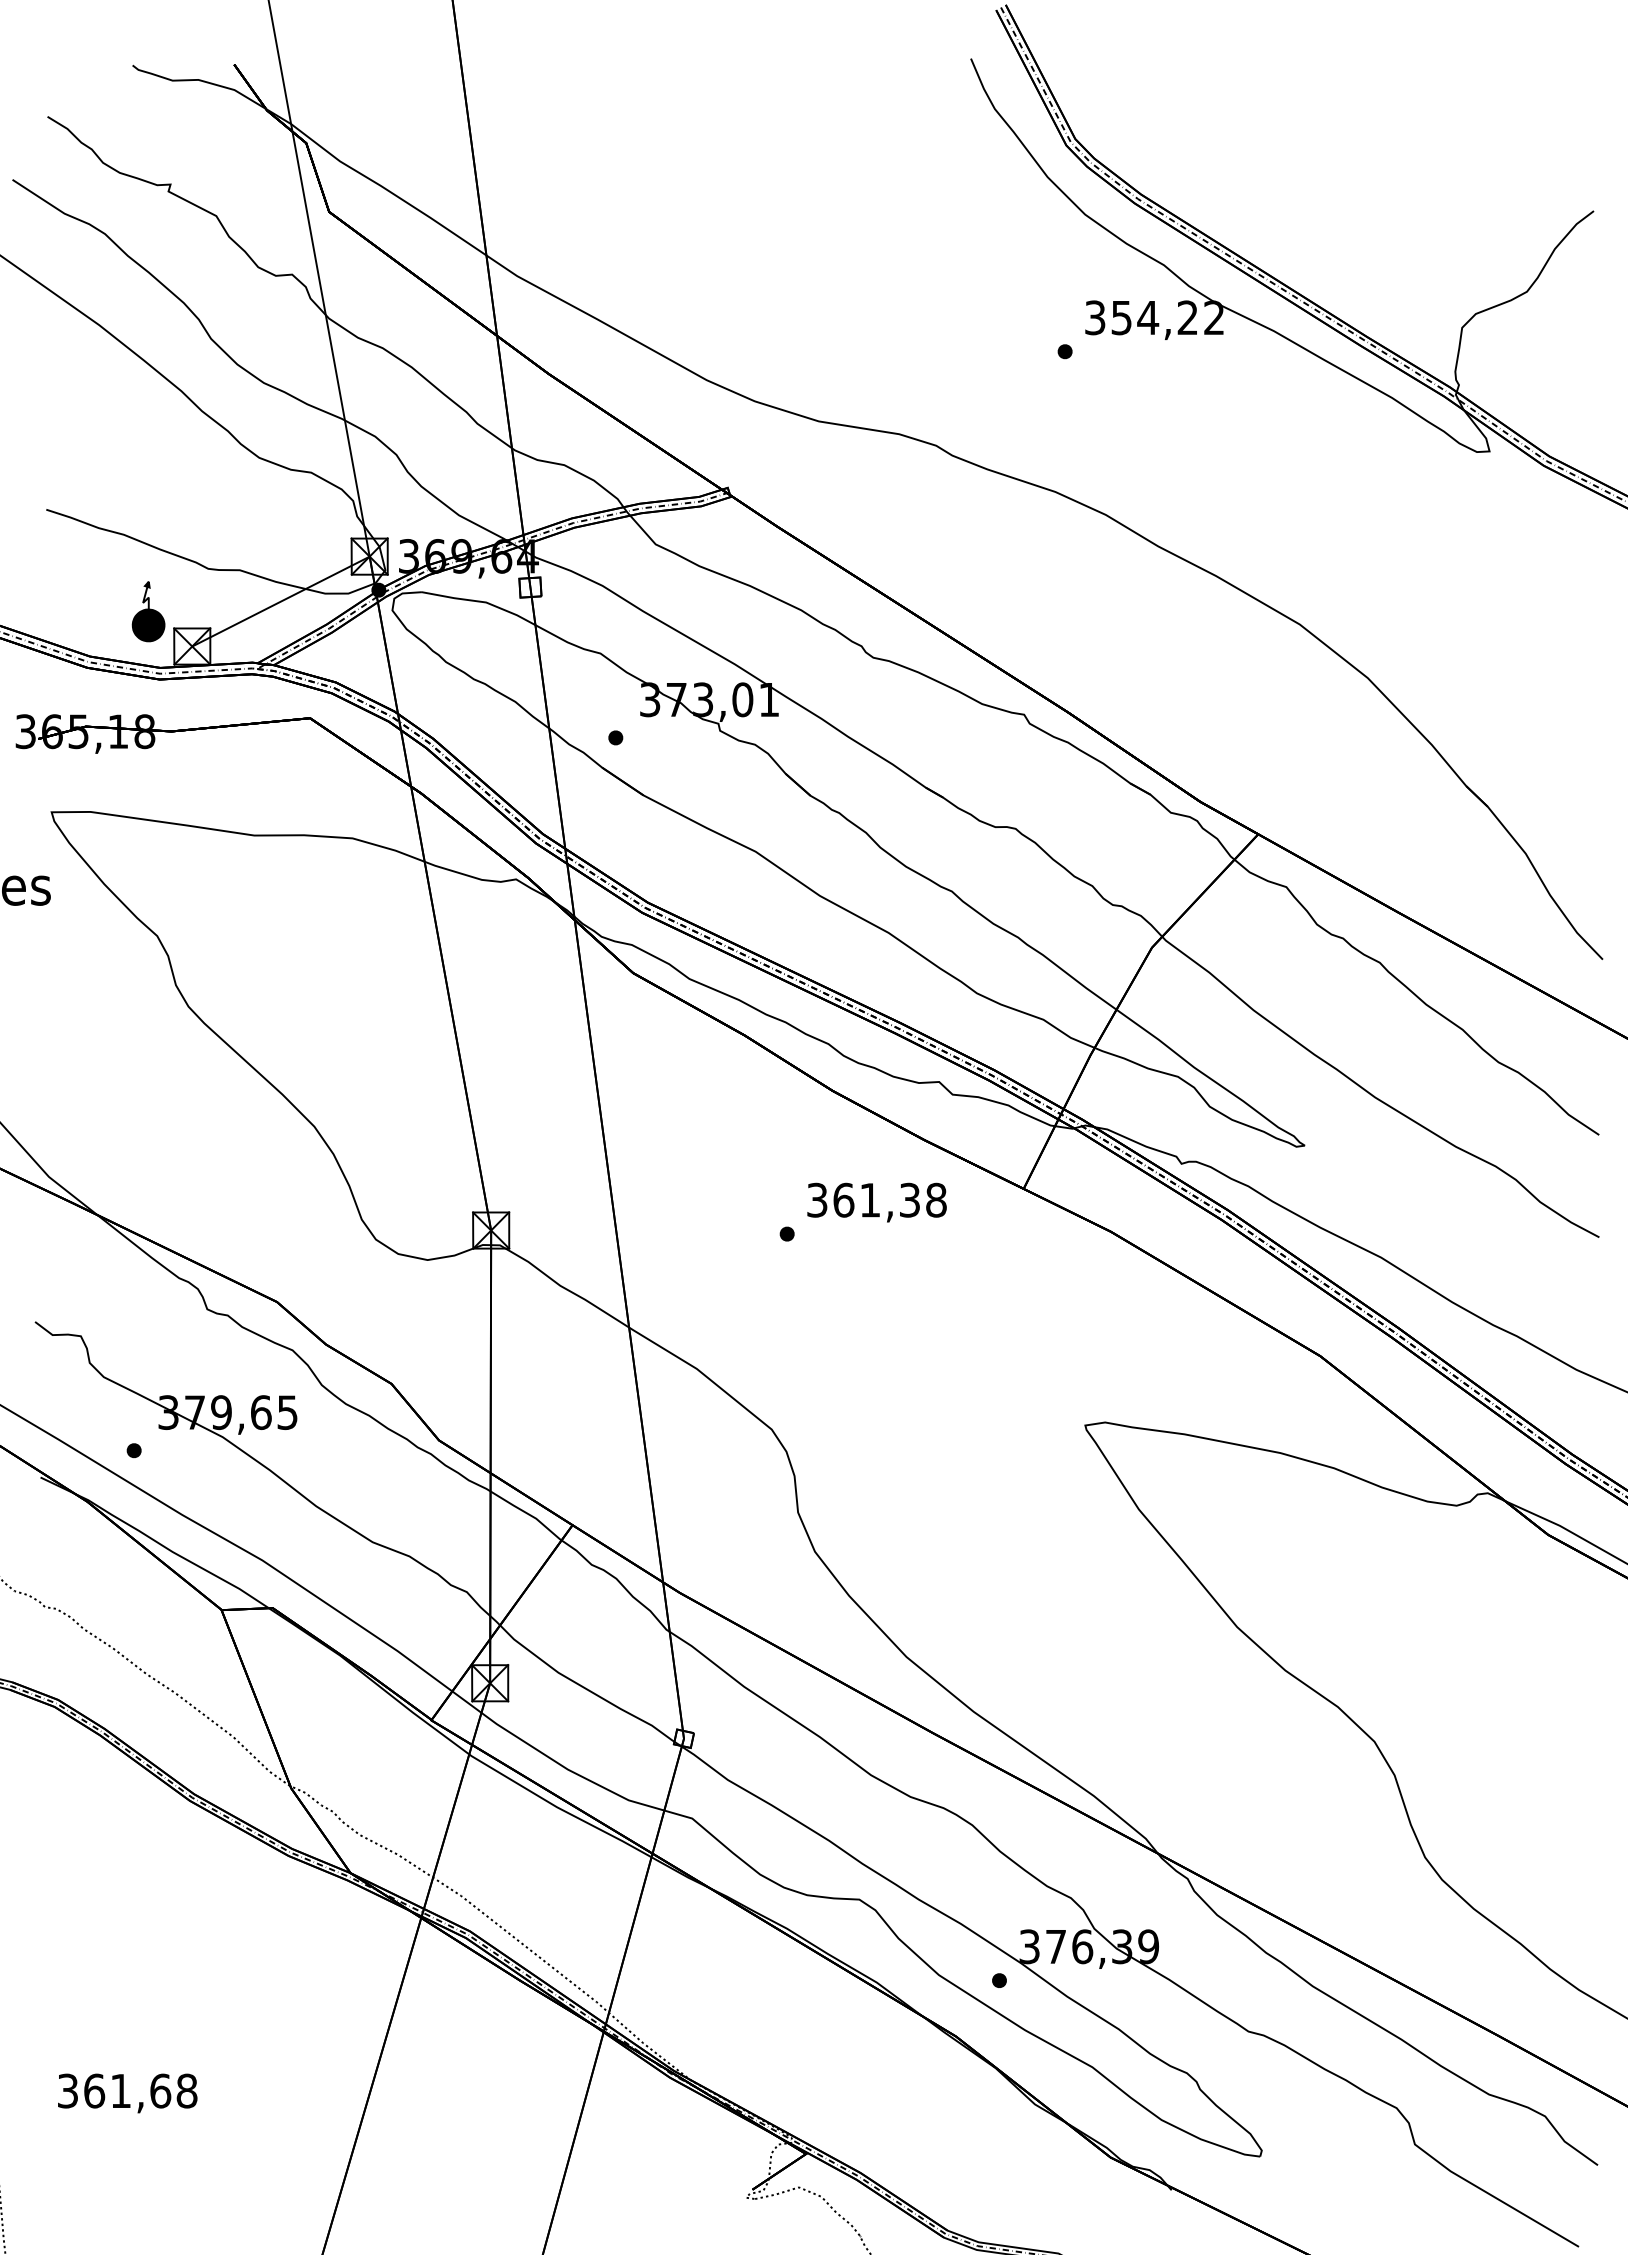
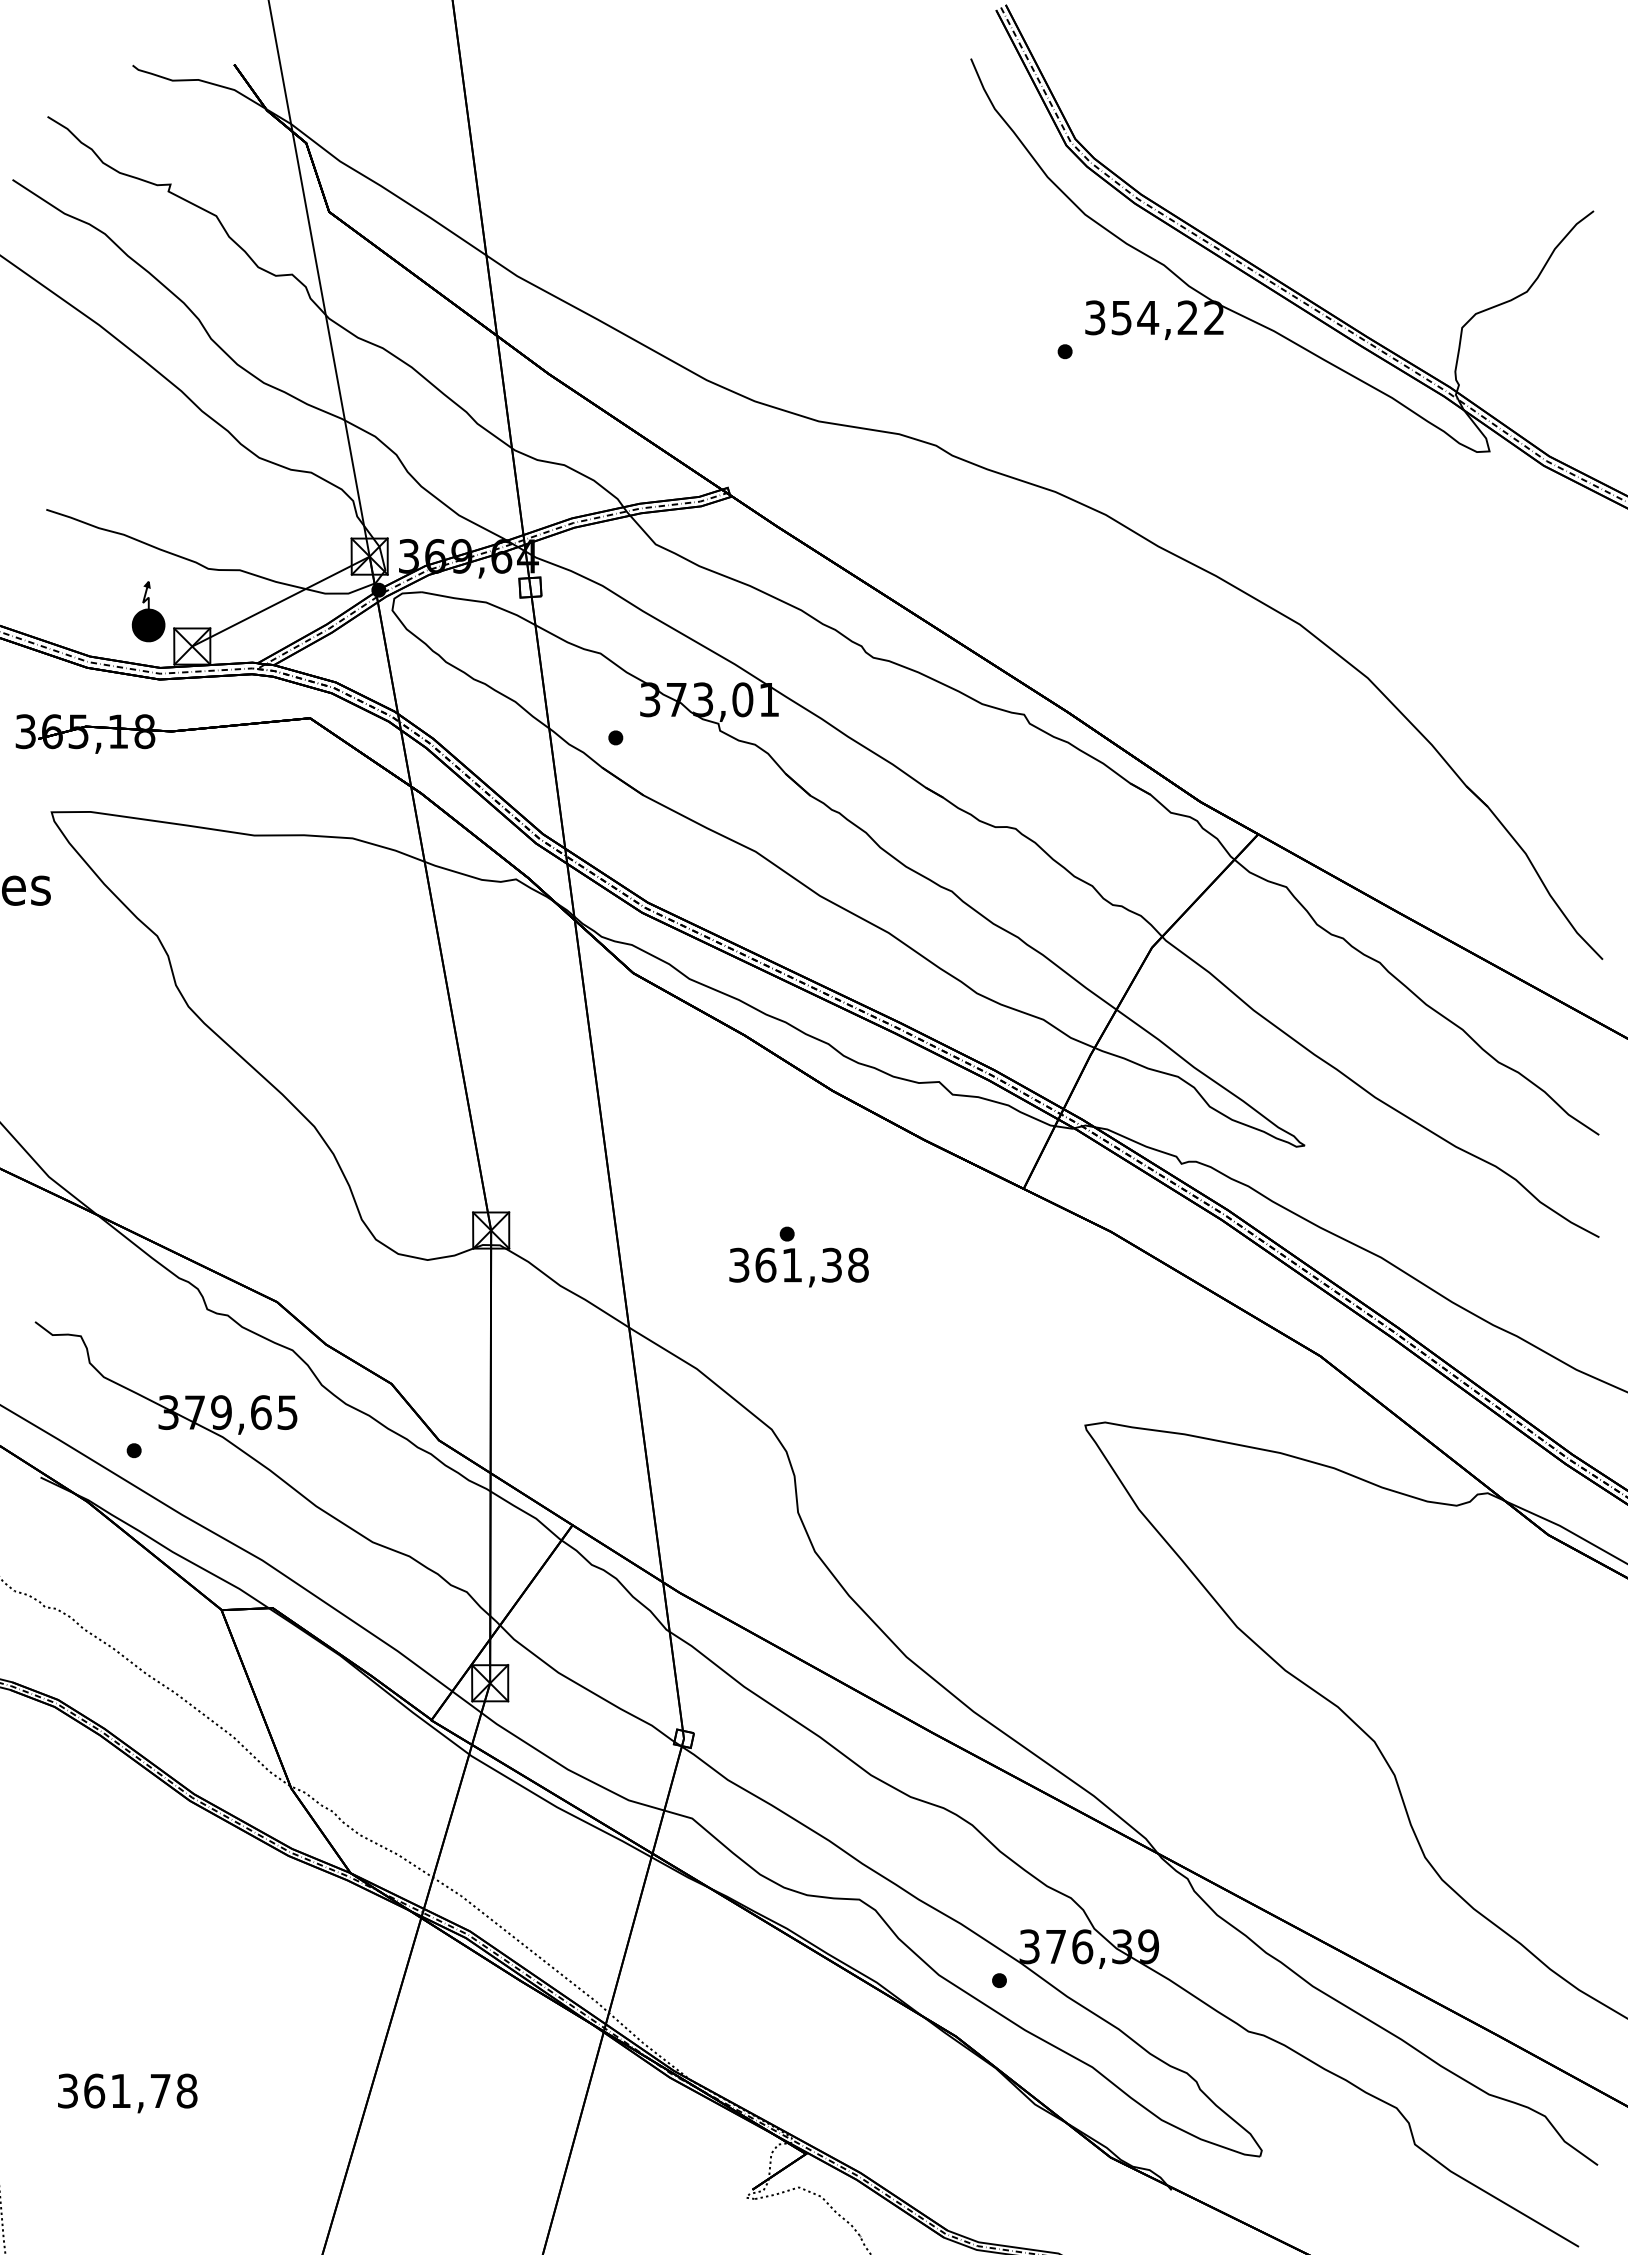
text at (876, 1202) position: (876, 1202) -> (798, 1267)
text at (160, 2090): 361,68 -> 361,78
